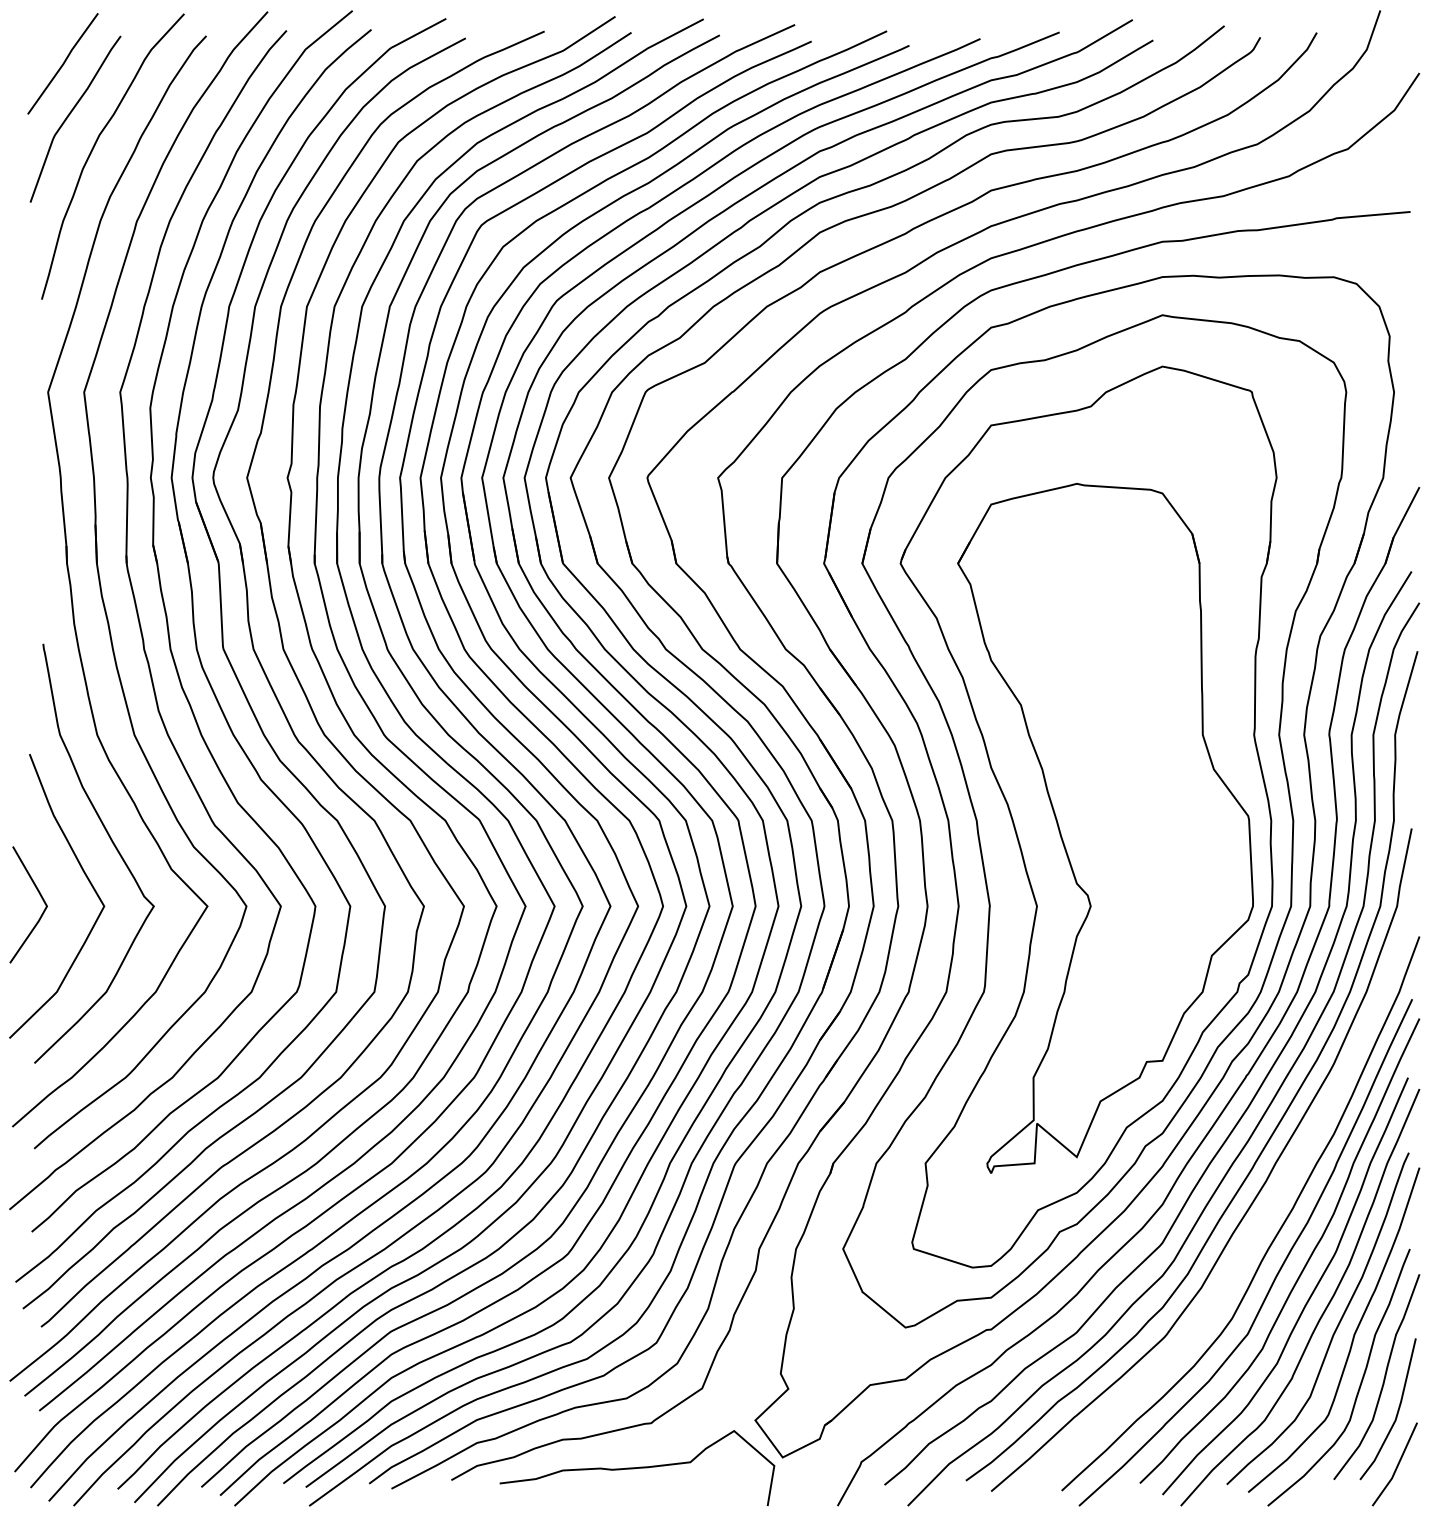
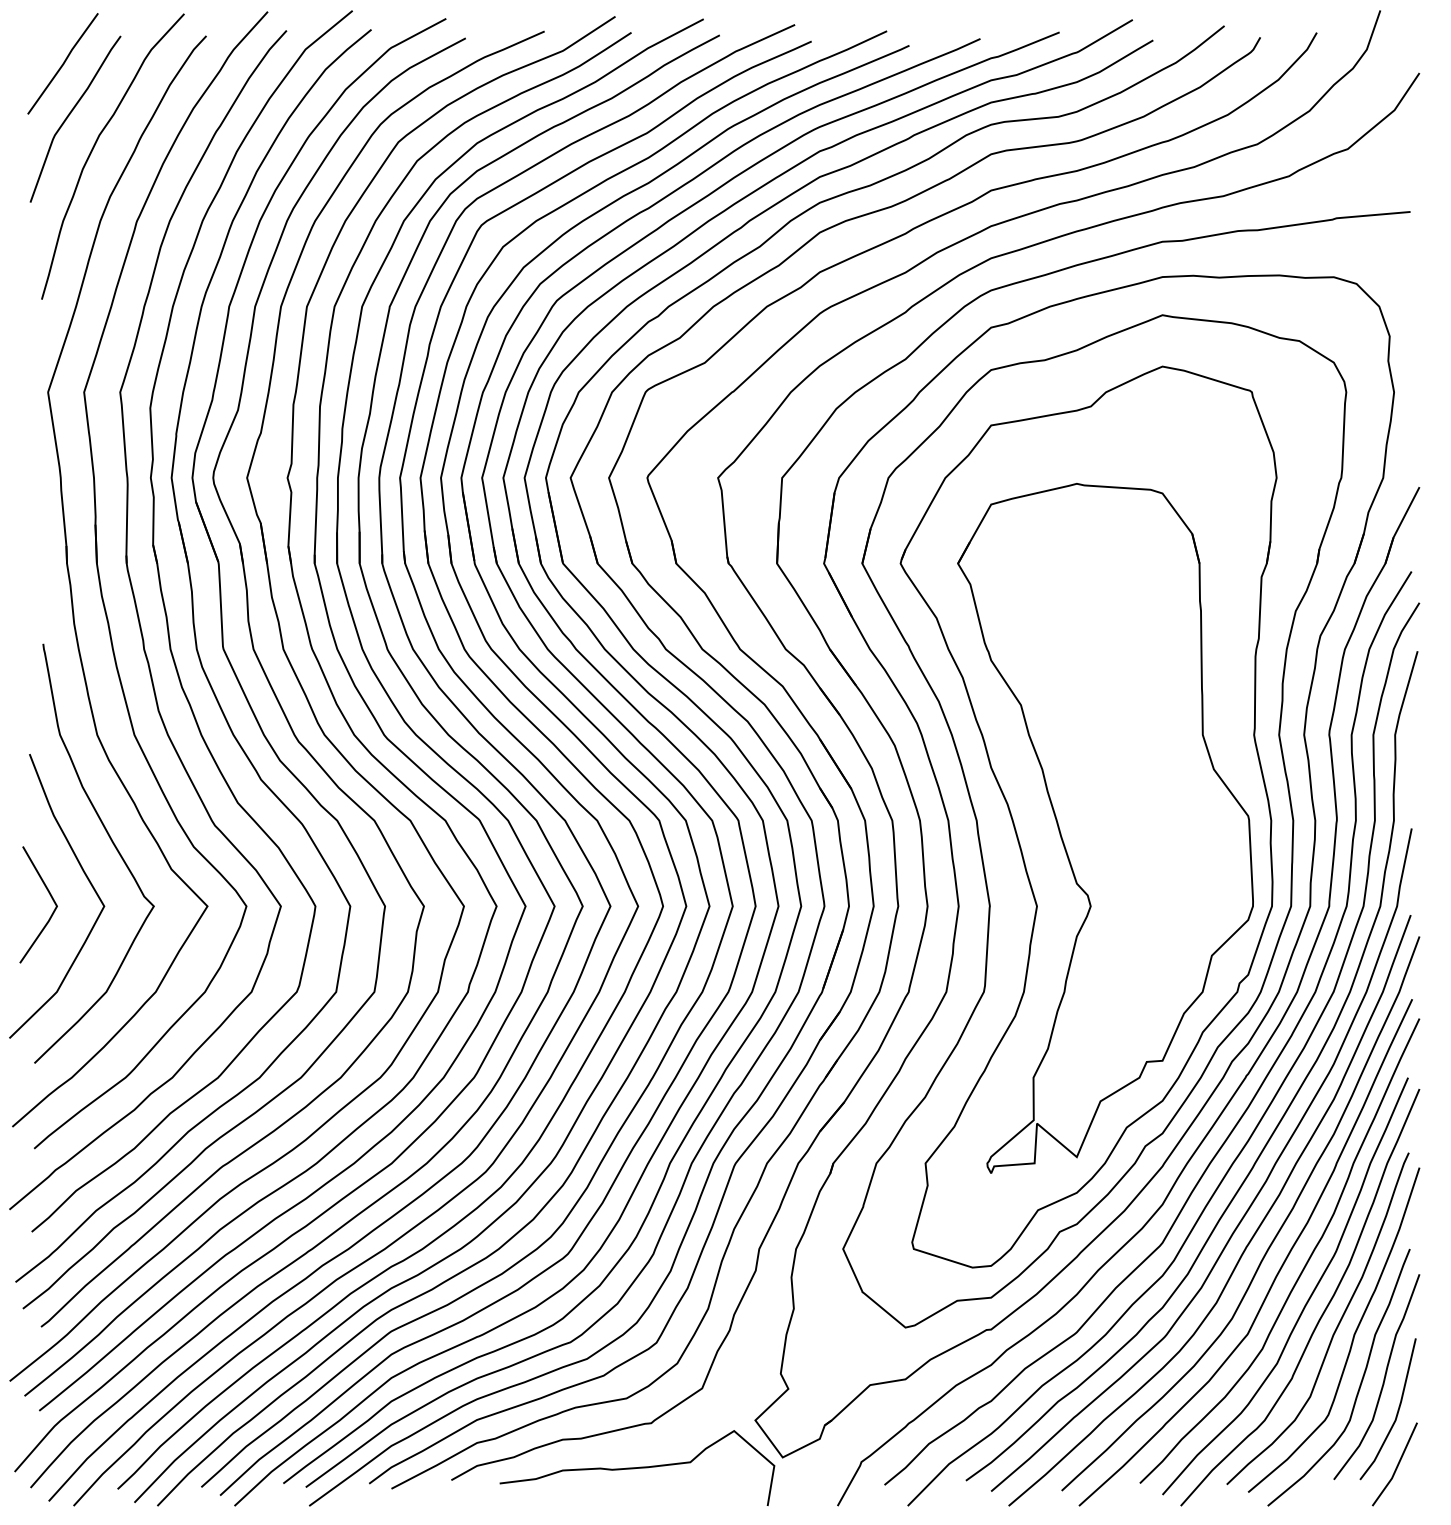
curve at (41, 898) position: (41, 898) -> (51, 898)
curve at (1250, 1238): none -> present
